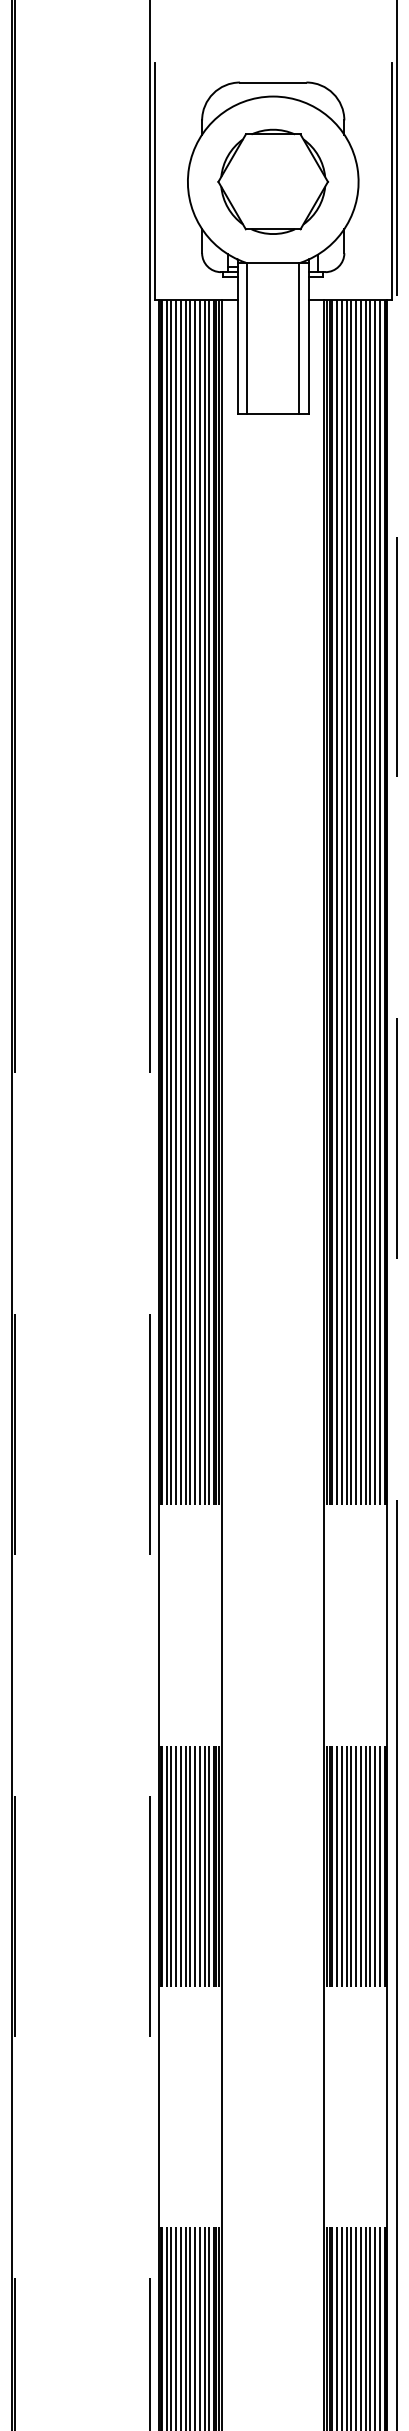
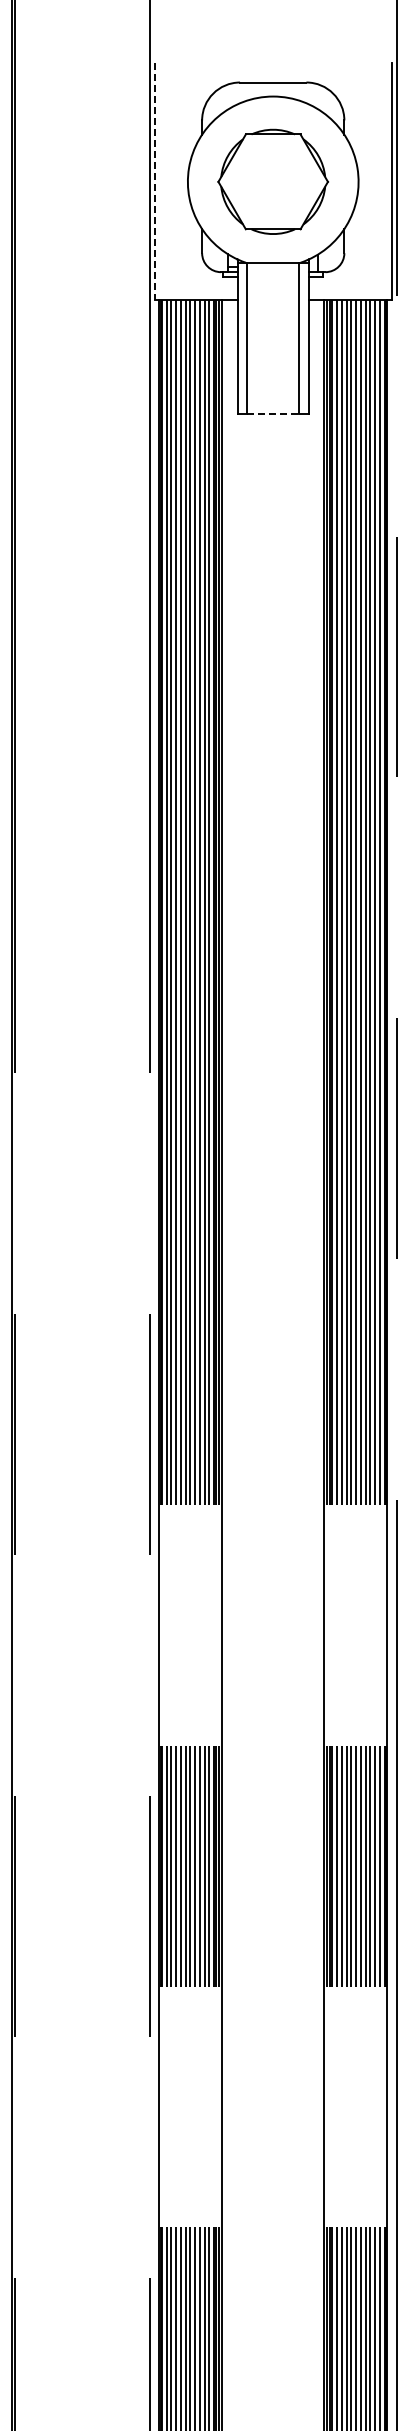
line at (154, 181): solid -> dashed
line at (273, 414): solid -> dashed
